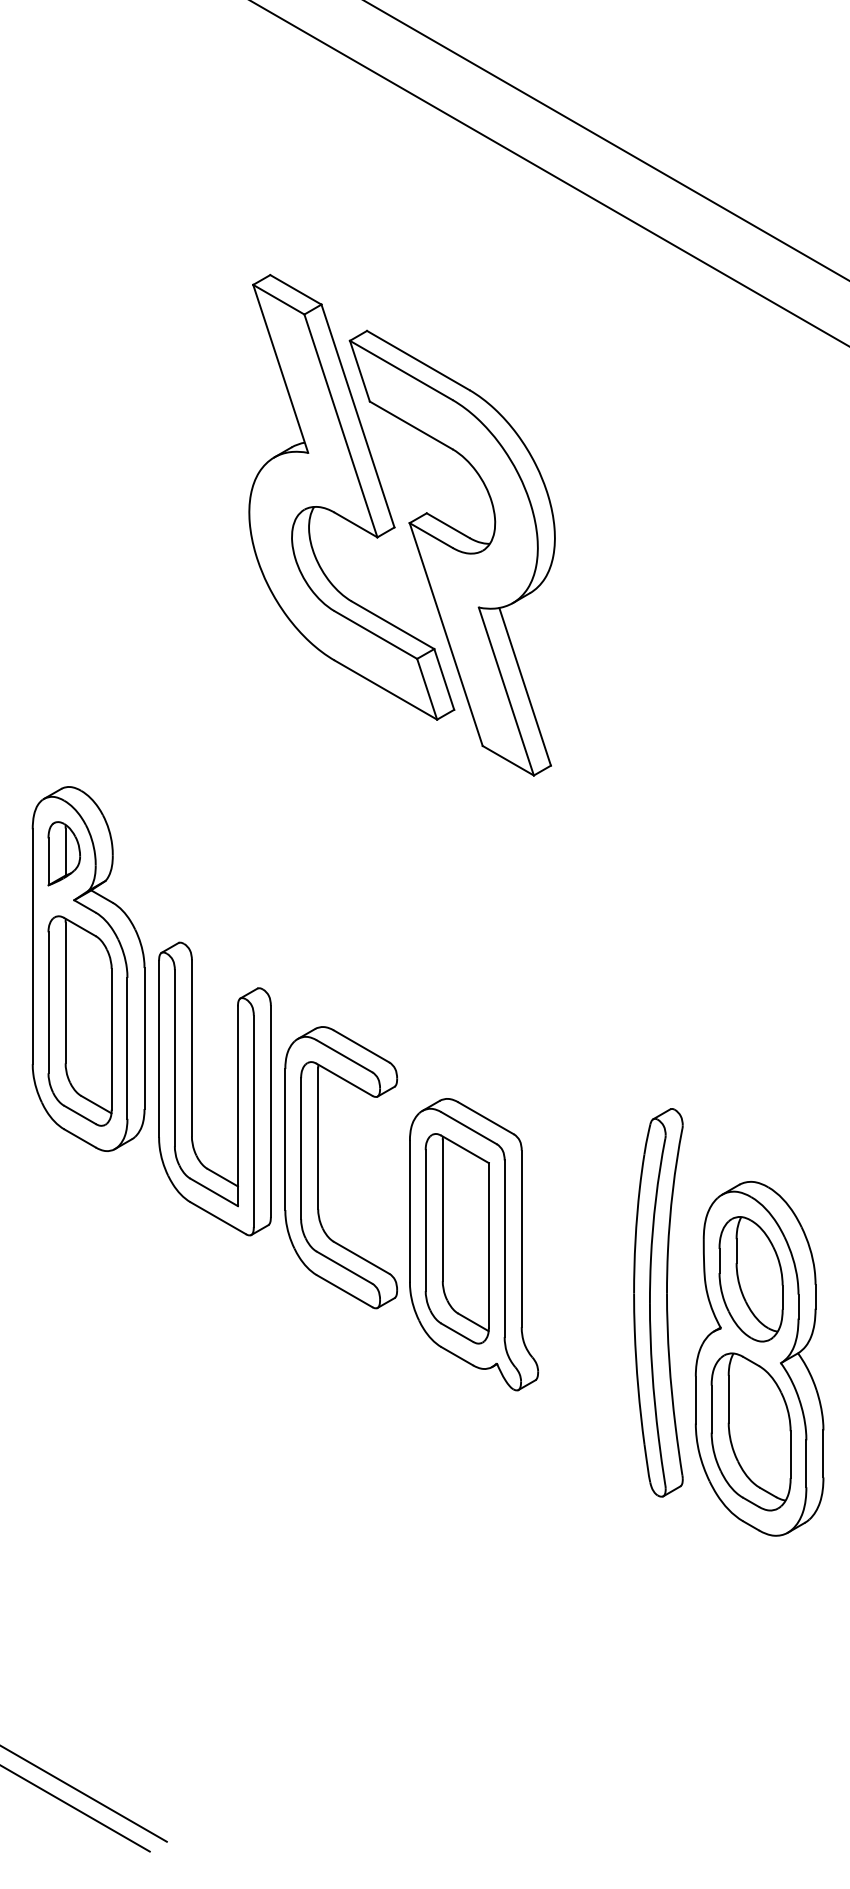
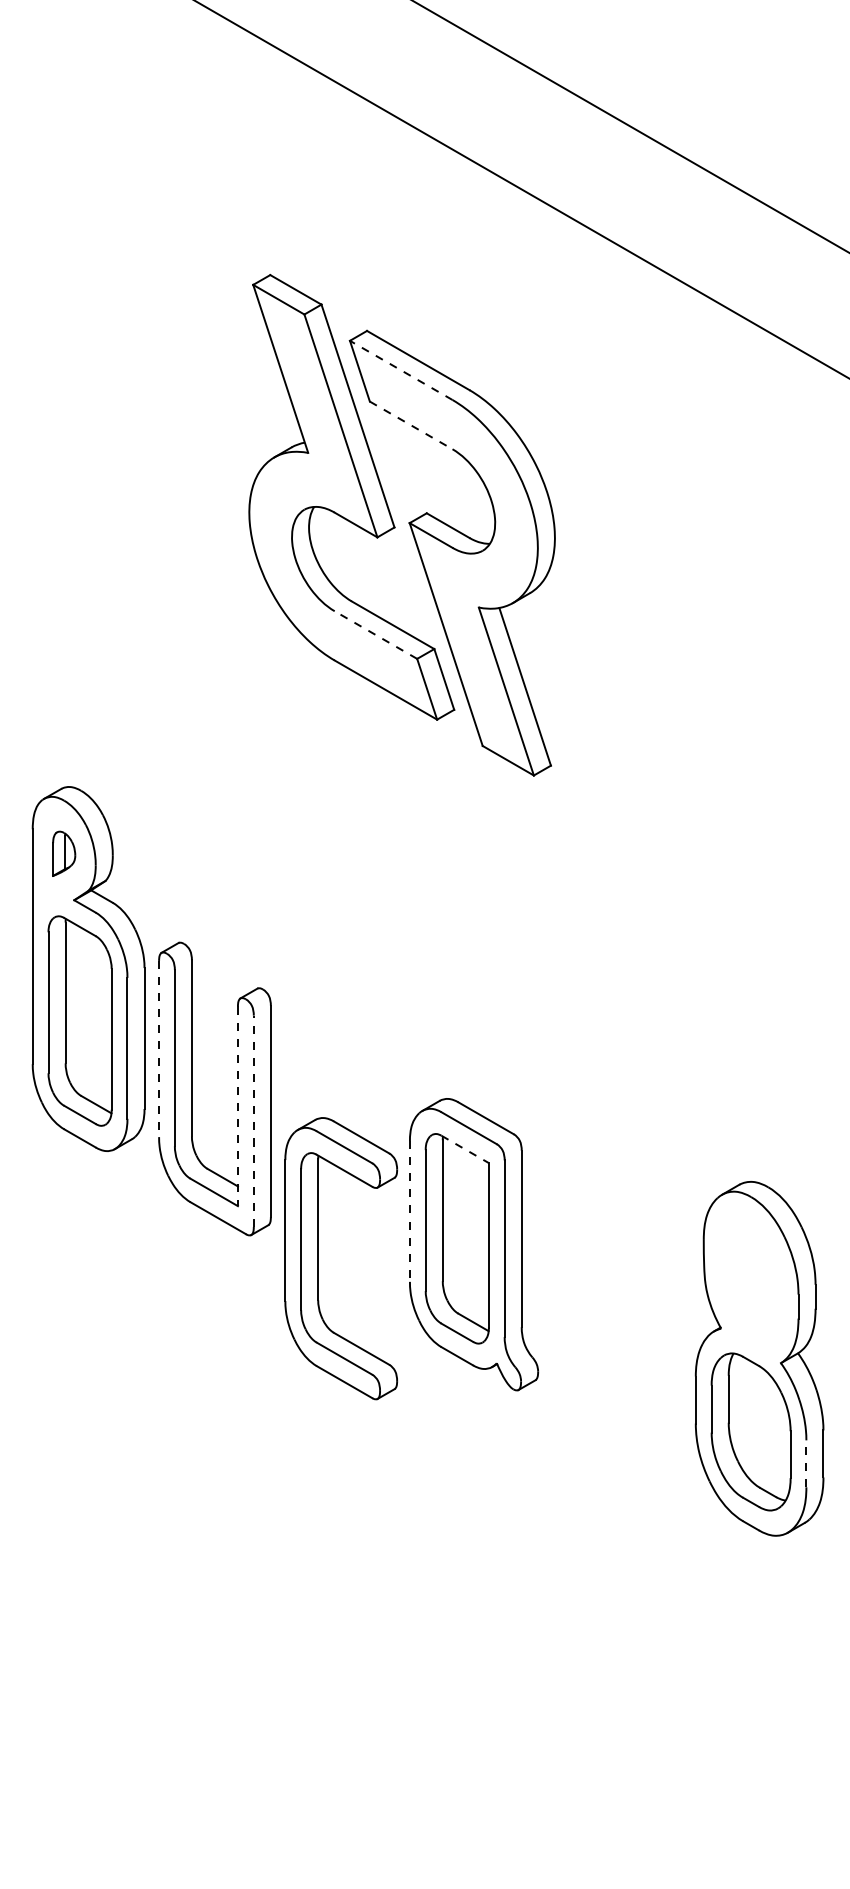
line at (606, 140) position: (606, 140) -> (630, 126)
line at (549, 173) position: (549, 173) -> (521, 189)
line at (400, 370): solid -> dashed
line at (411, 425): solid -> dashed
line at (375, 635): solid -> dashed
part at (63, 853) size: 34x66 px -> 25x47 px
line at (159, 1049): solid -> dashed
line at (237, 1106): solid -> dashed
line at (253, 1121): solid -> dashed
line at (465, 1149): solid -> dashed
part at (318, 1167) position: (318, 1167) -> (318, 1258)
line at (409, 1211): solid -> dashed
part at (750, 1279): present -> none
part at (658, 1302): present -> none
line at (806, 1463): solid -> dashed
line at (84, 1794): present -> none
line at (75, 1808): present -> none
